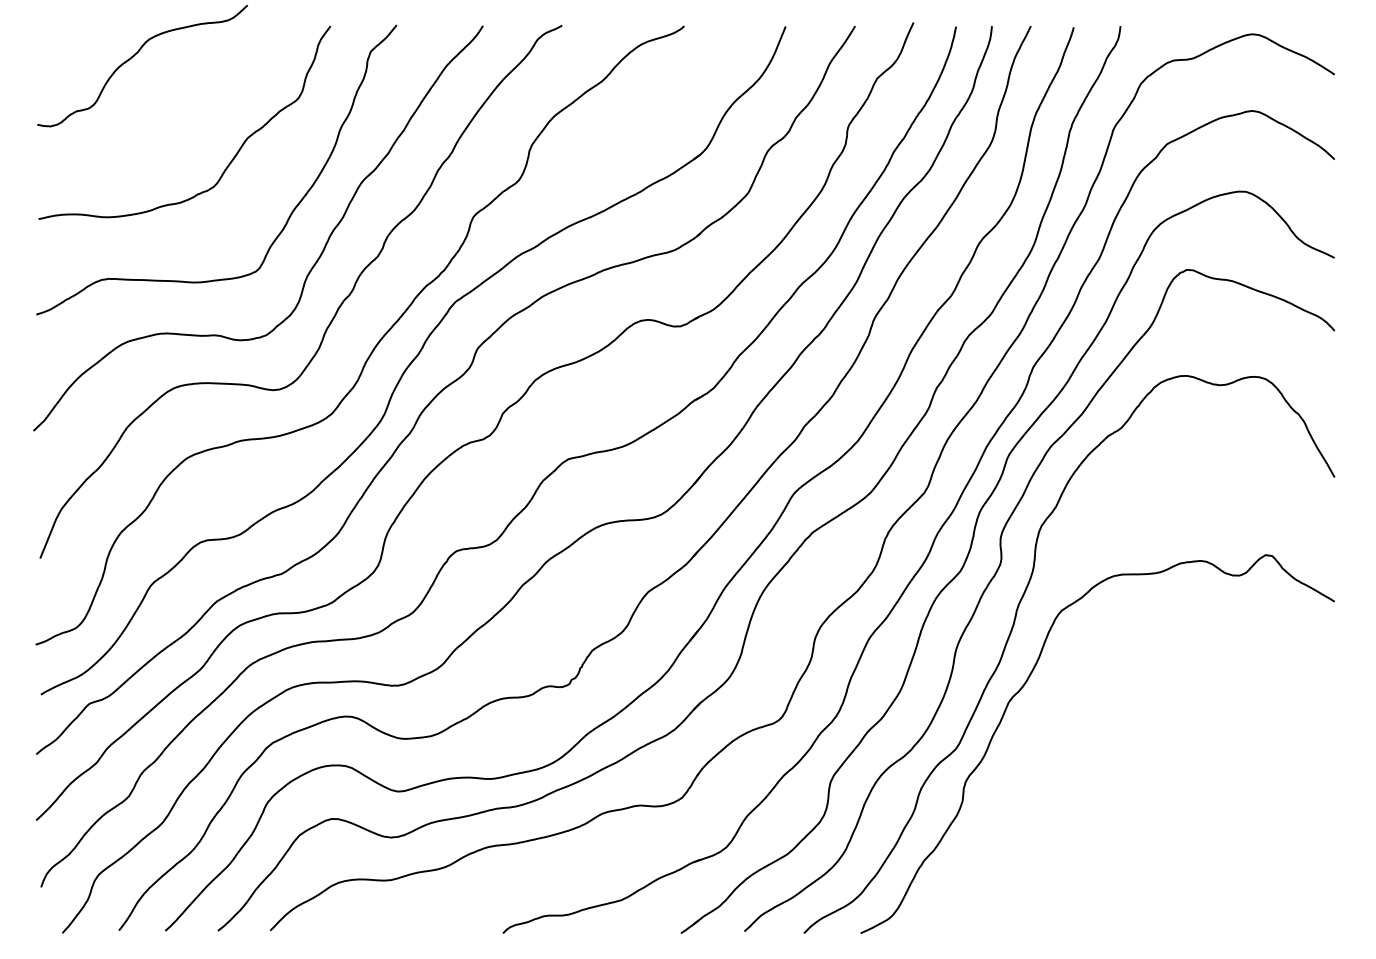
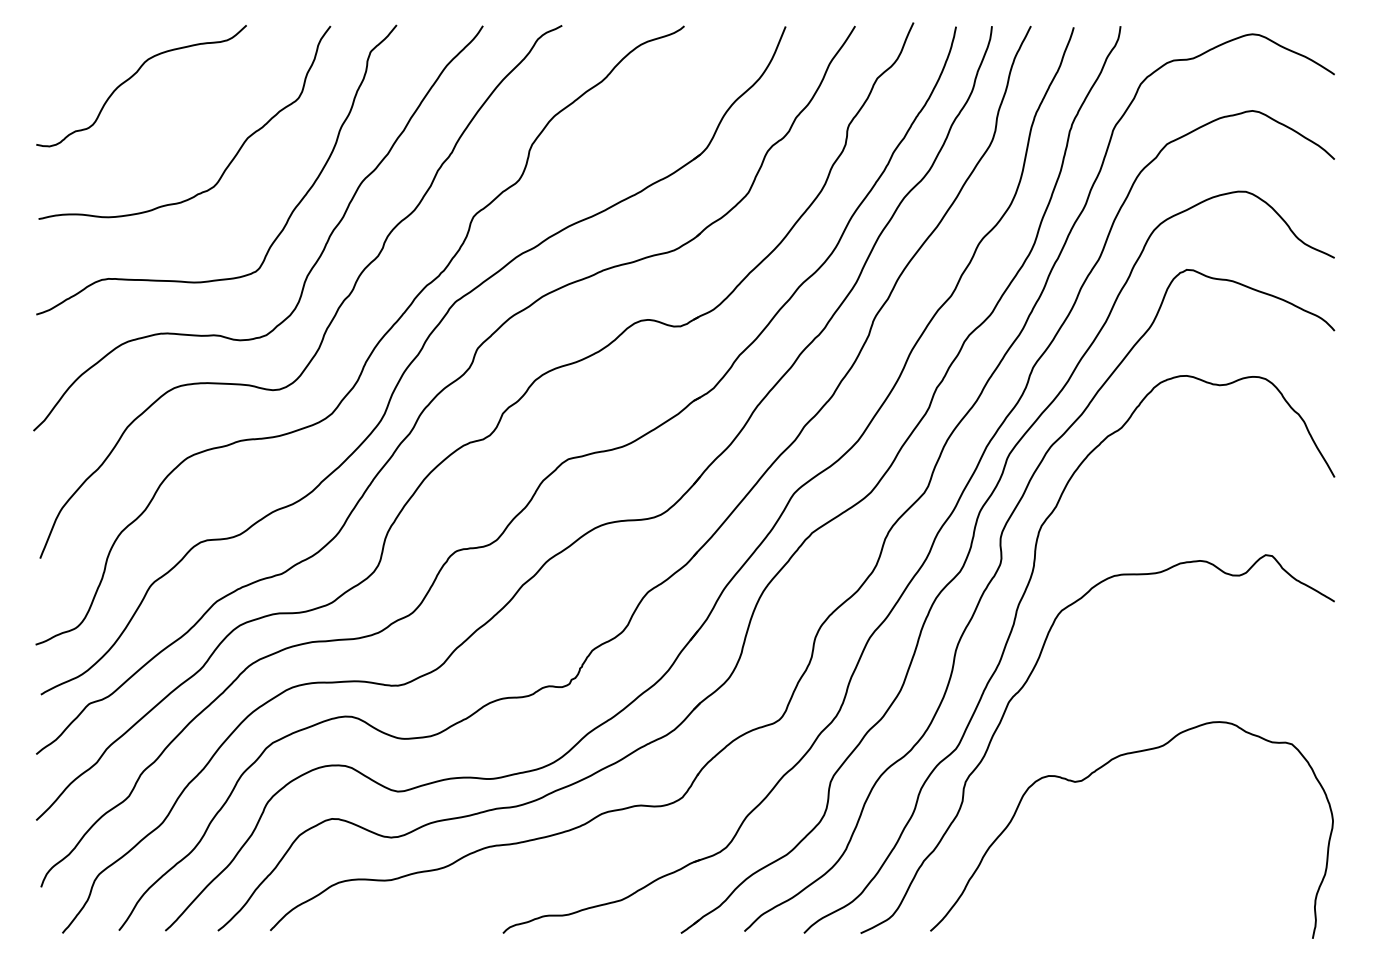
curve at (133, 57) position: (133, 57) -> (132, 77)
curve at (1087, 778): none -> present
